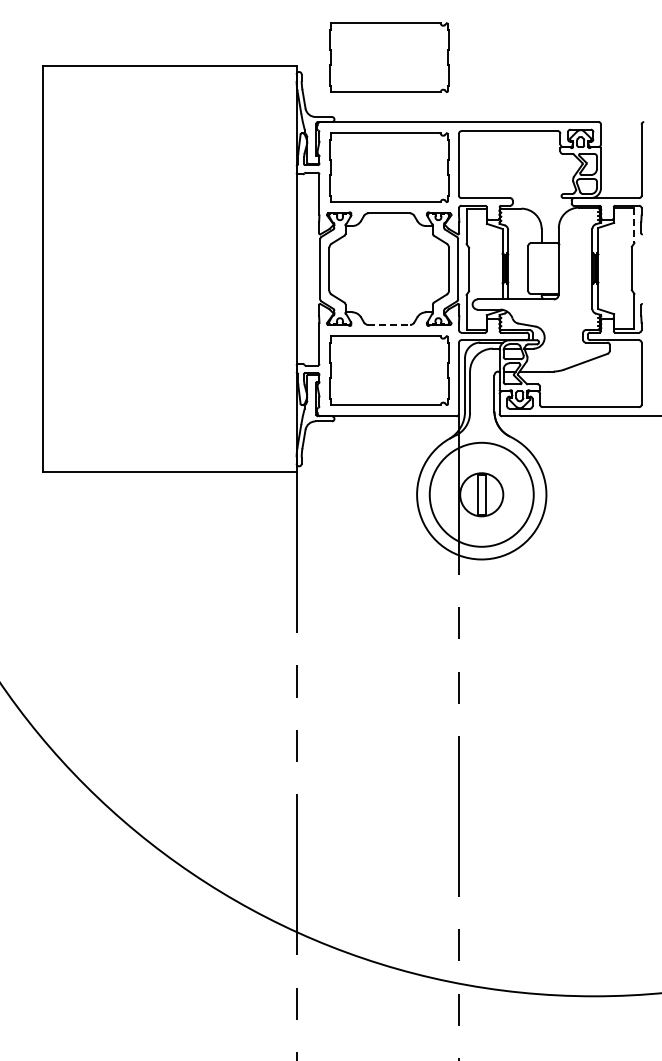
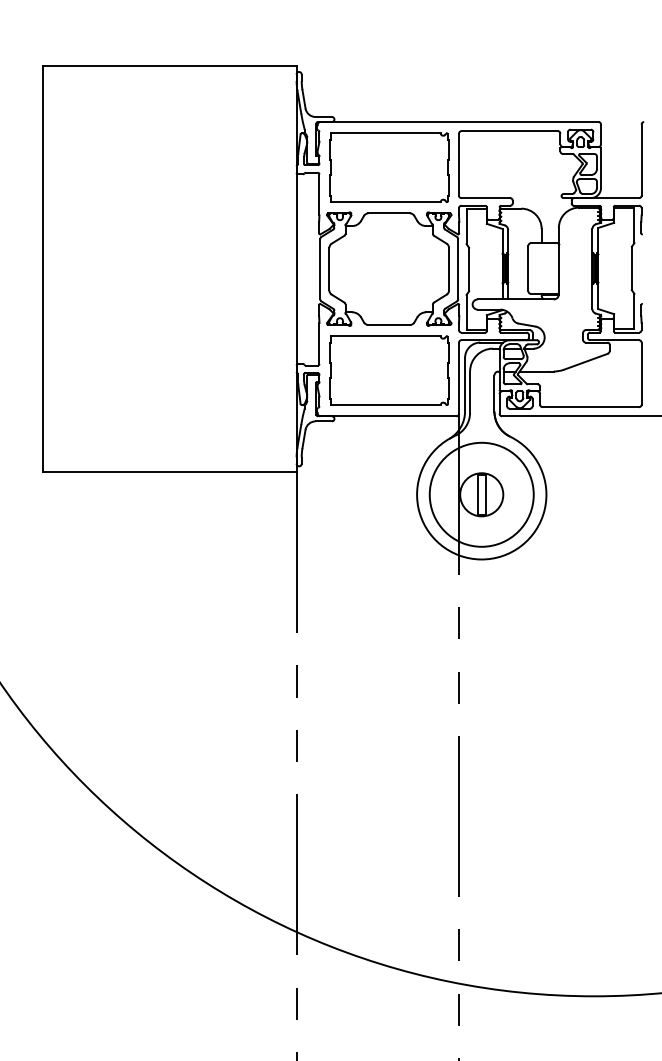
part at (389, 57): present -> none
line at (634, 225): dashed -> solid
line at (389, 325): dashed -> solid
